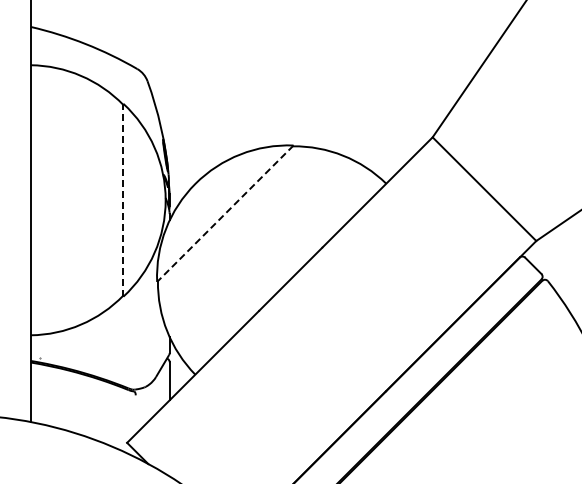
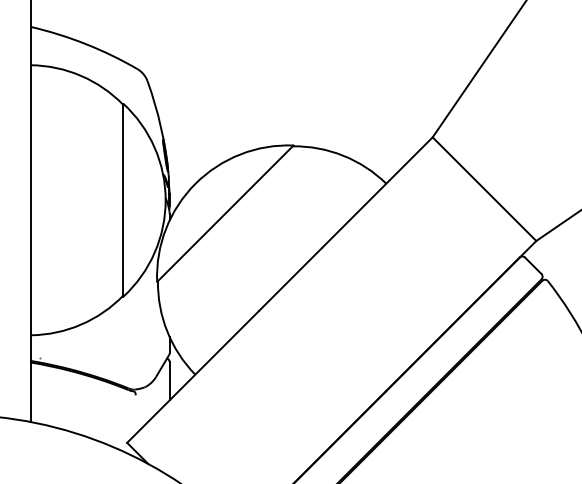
line at (123, 199): dashed -> solid
line at (225, 214): dashed -> solid
